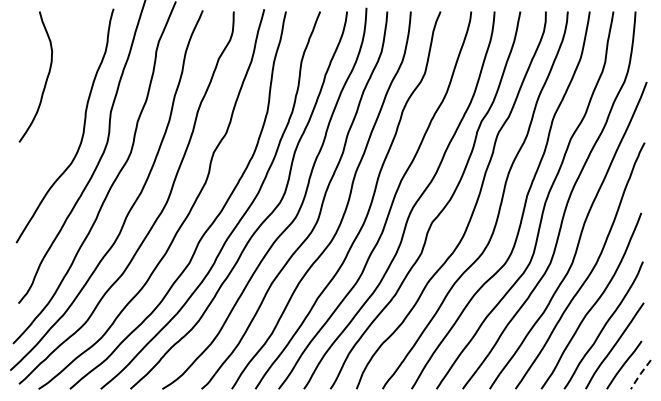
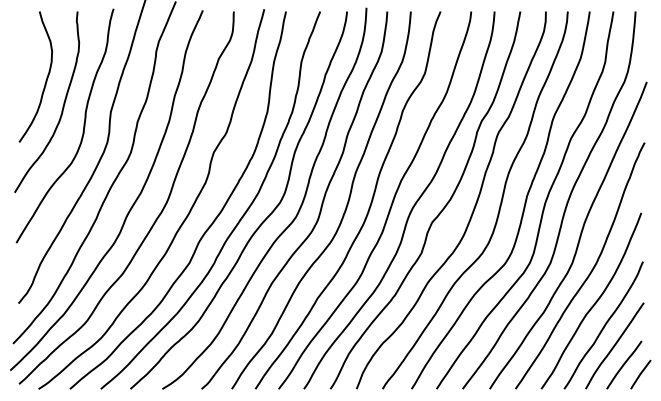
curve at (62, 106): none -> present
line at (640, 374): dashed -> solid
